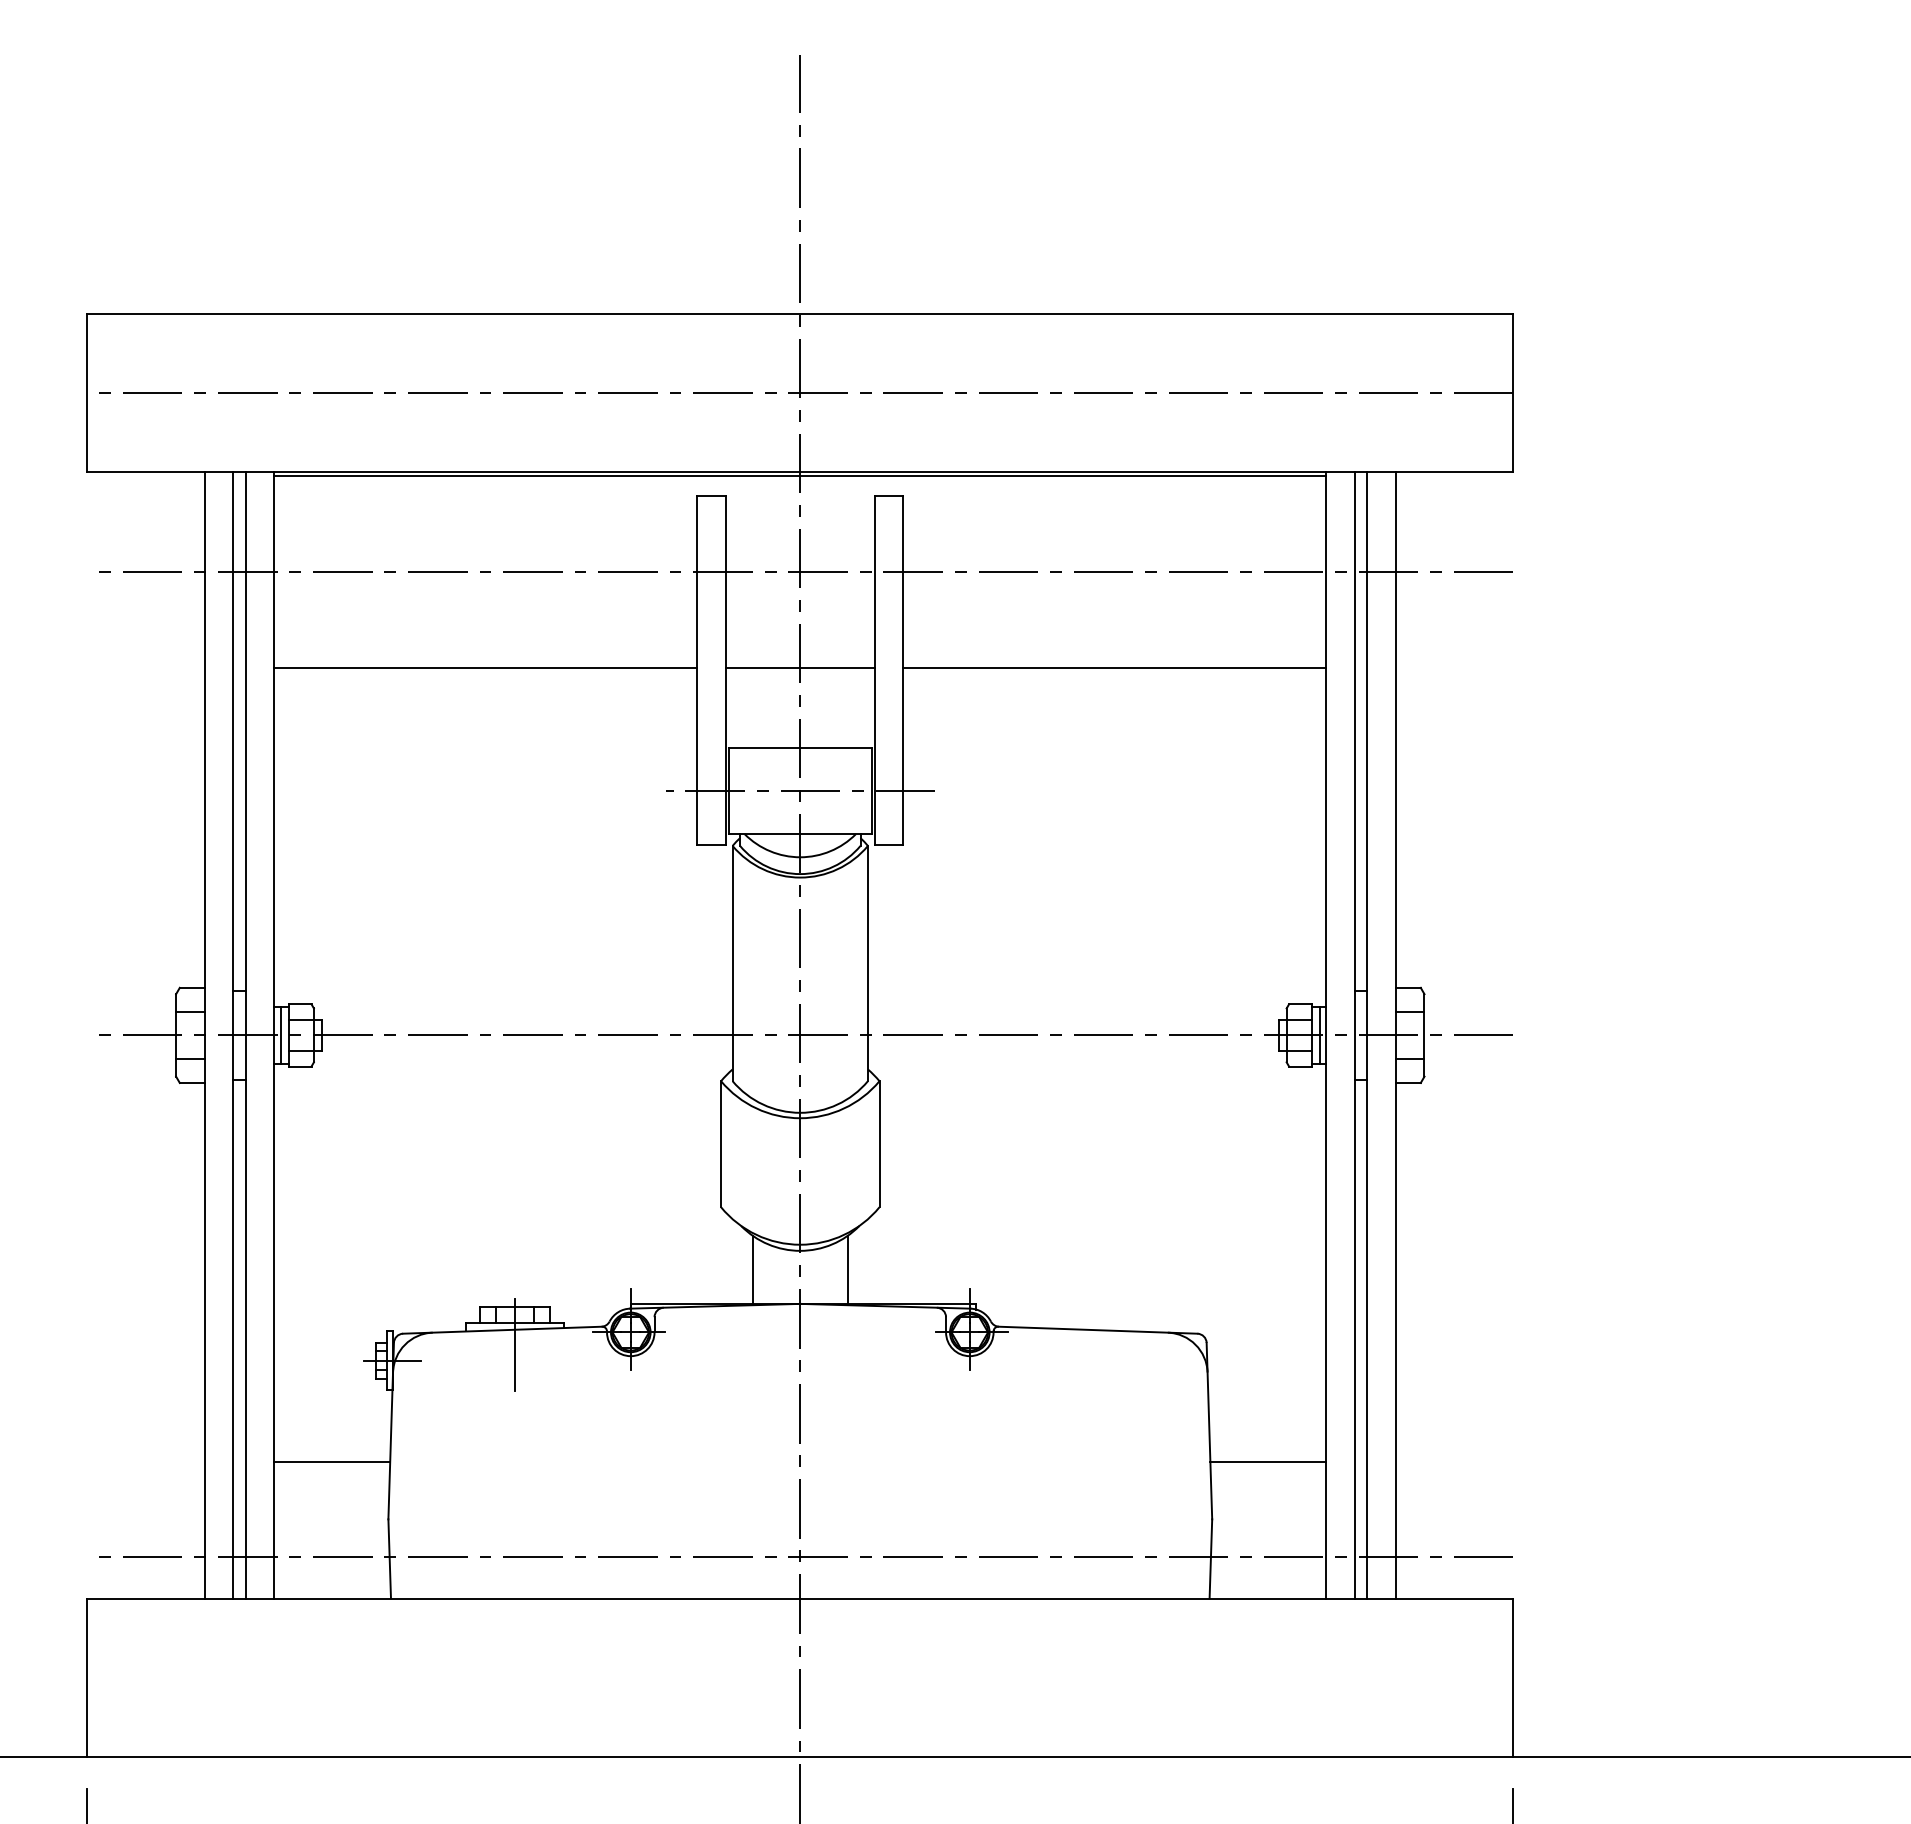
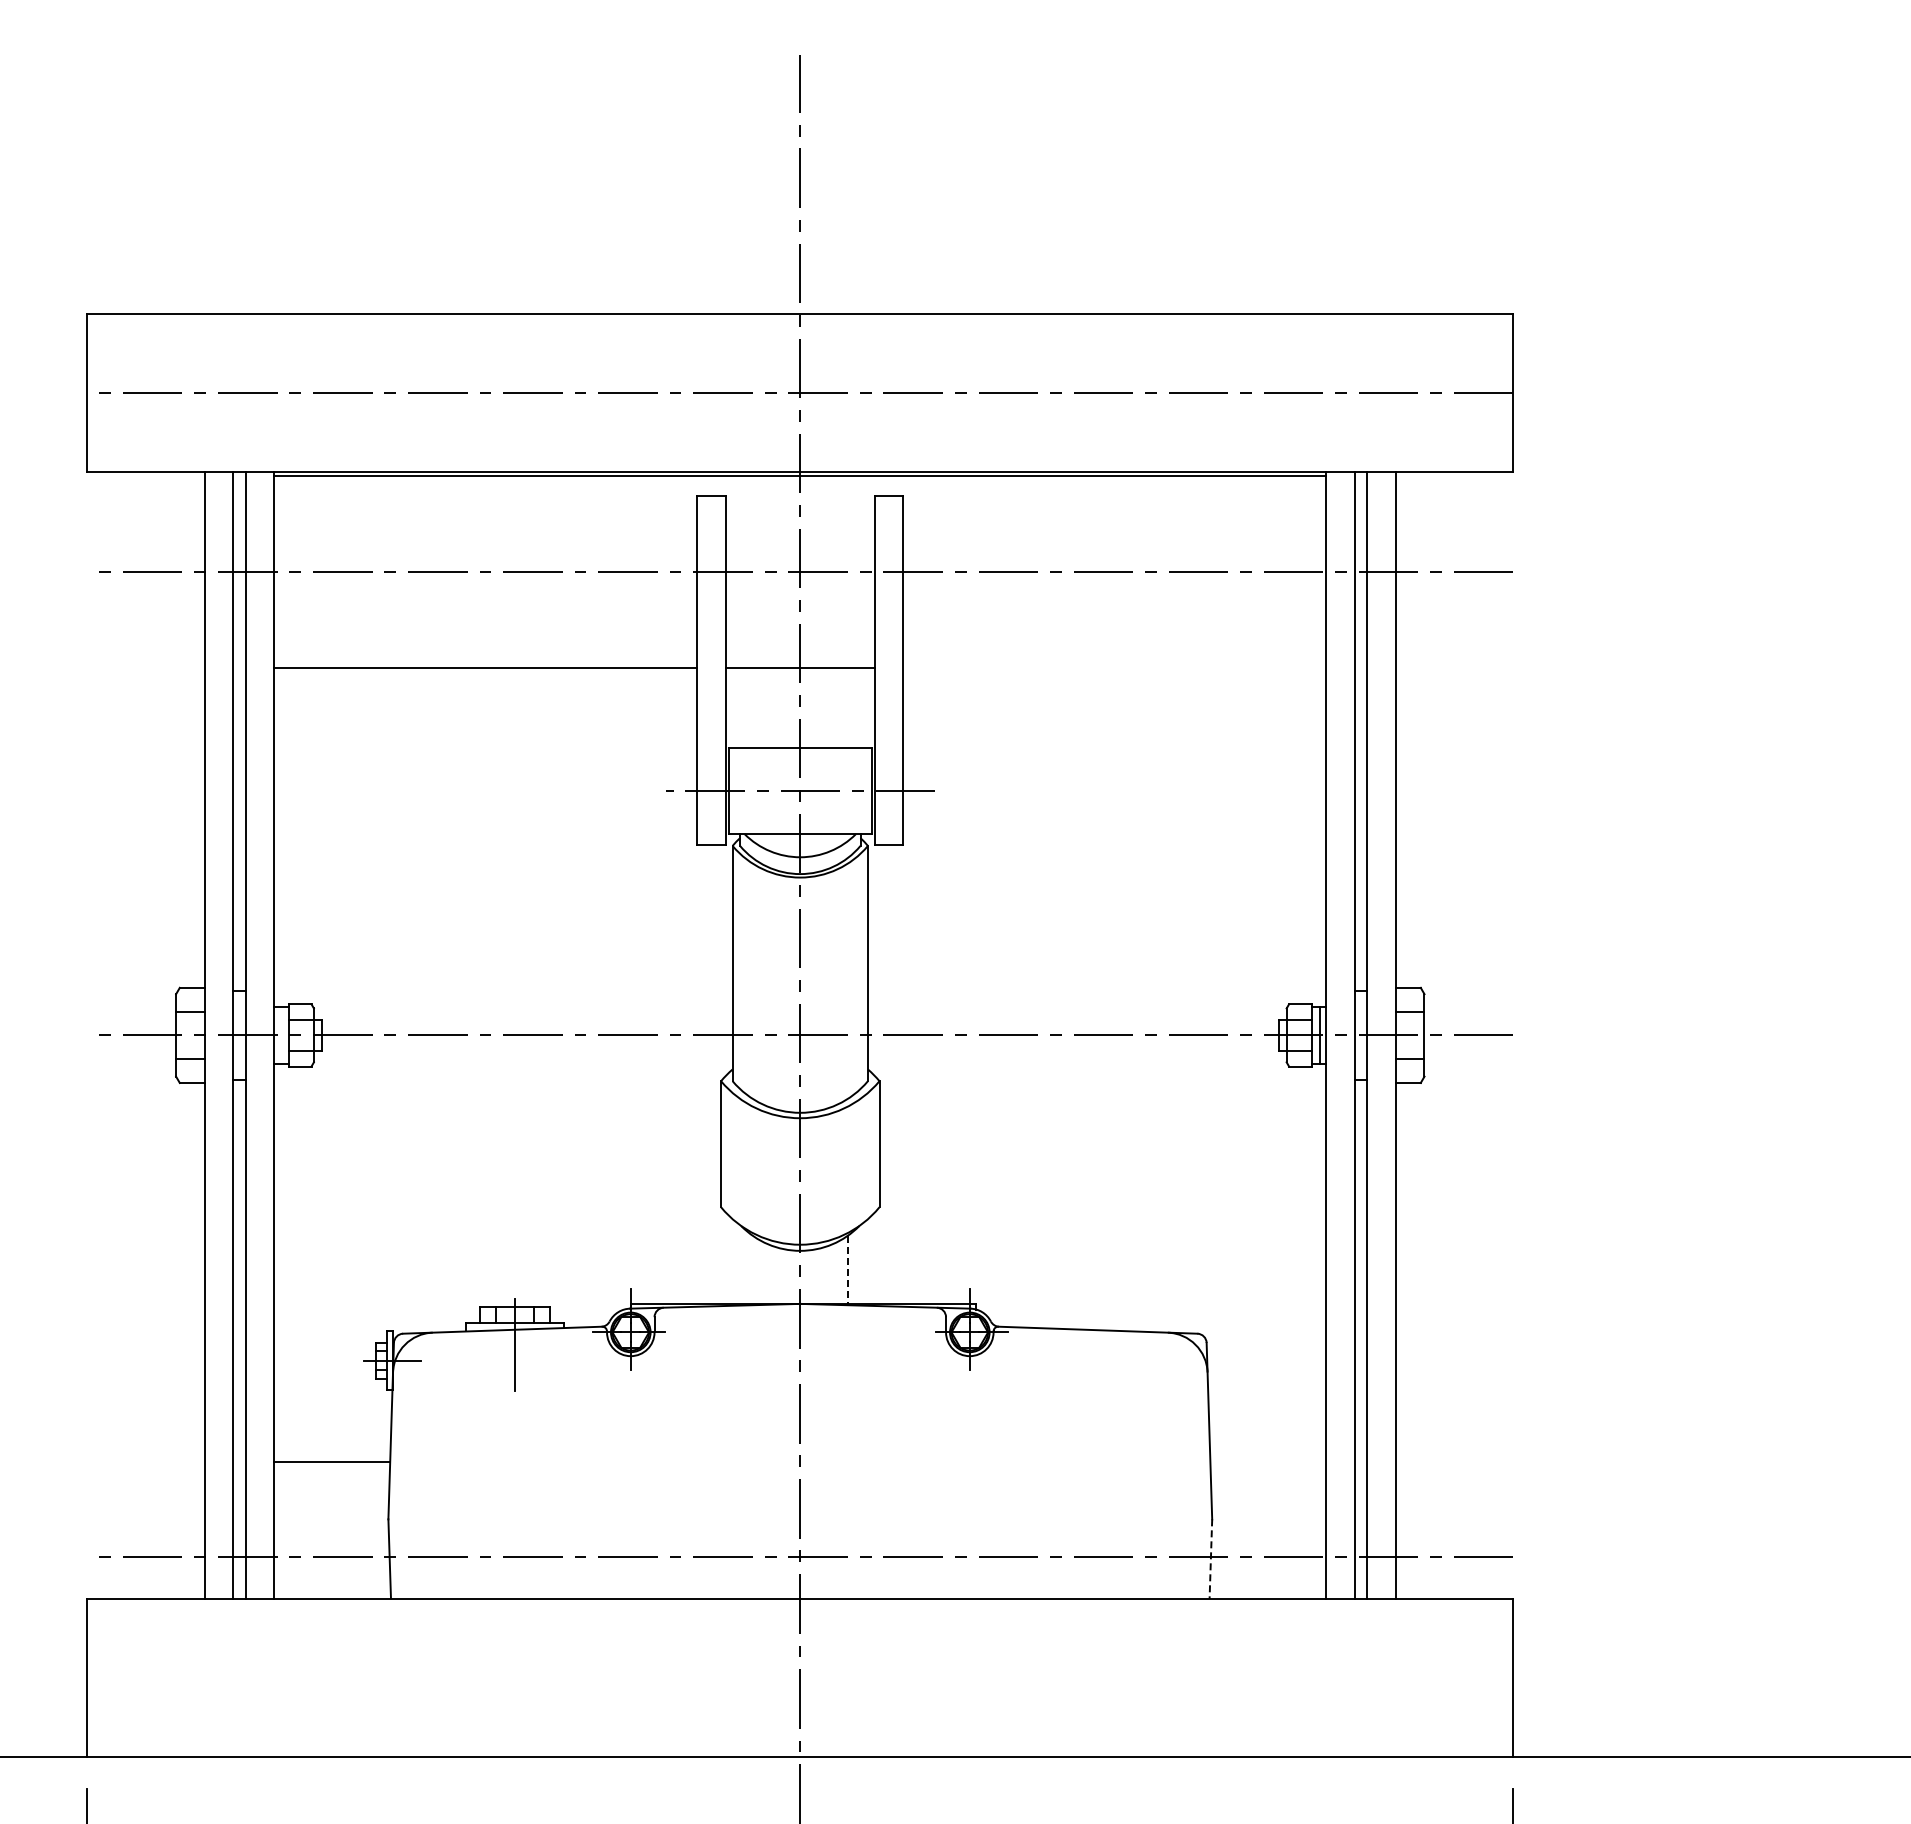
line at (1114, 667): present -> none
line at (280, 1034): present -> none
line at (752, 1269): present -> none
line at (847, 1270): solid -> dashed
line at (1268, 1461): present -> none
line at (1210, 1558): solid -> dashed
